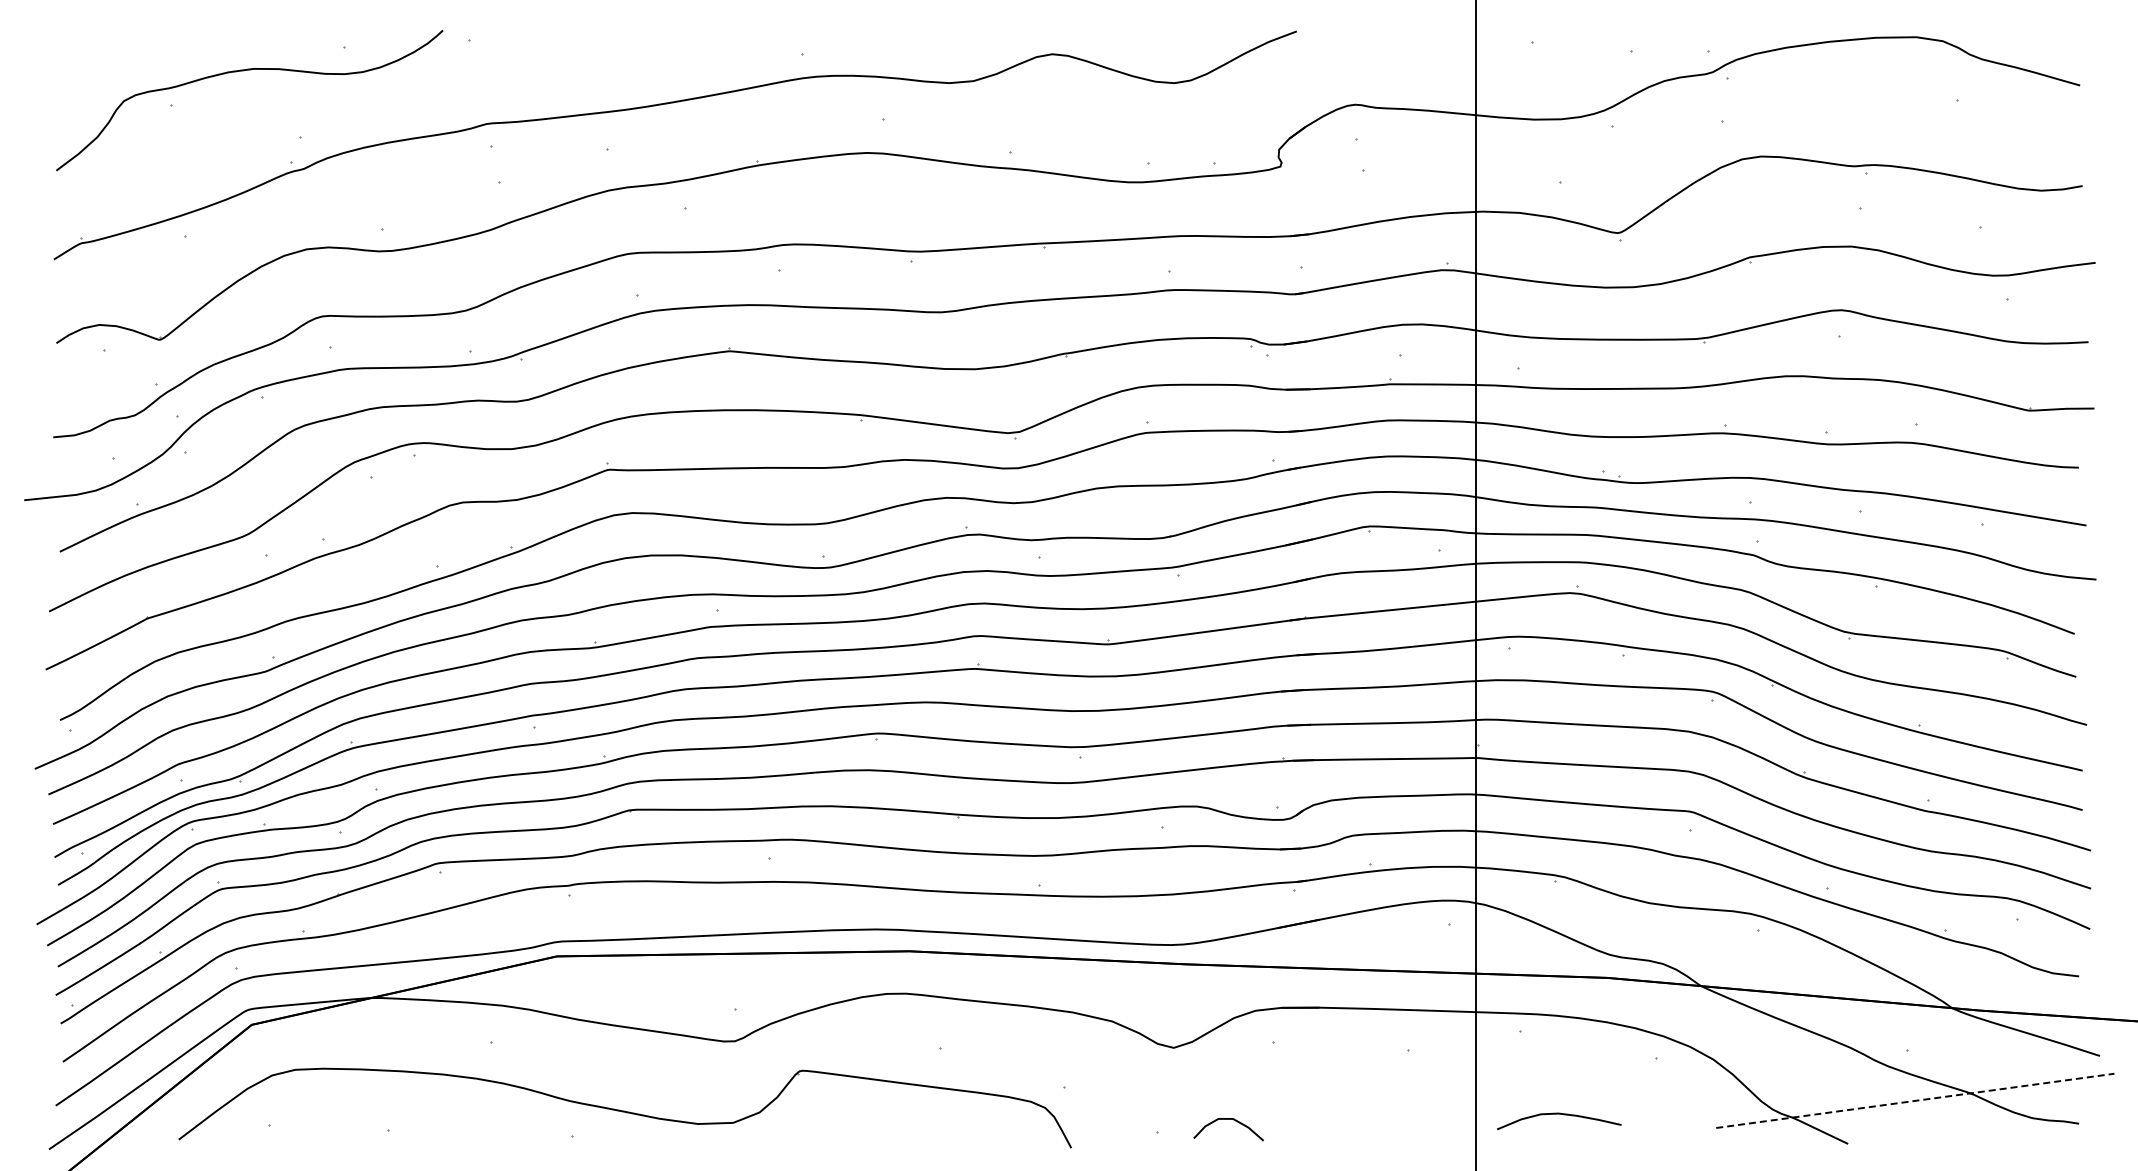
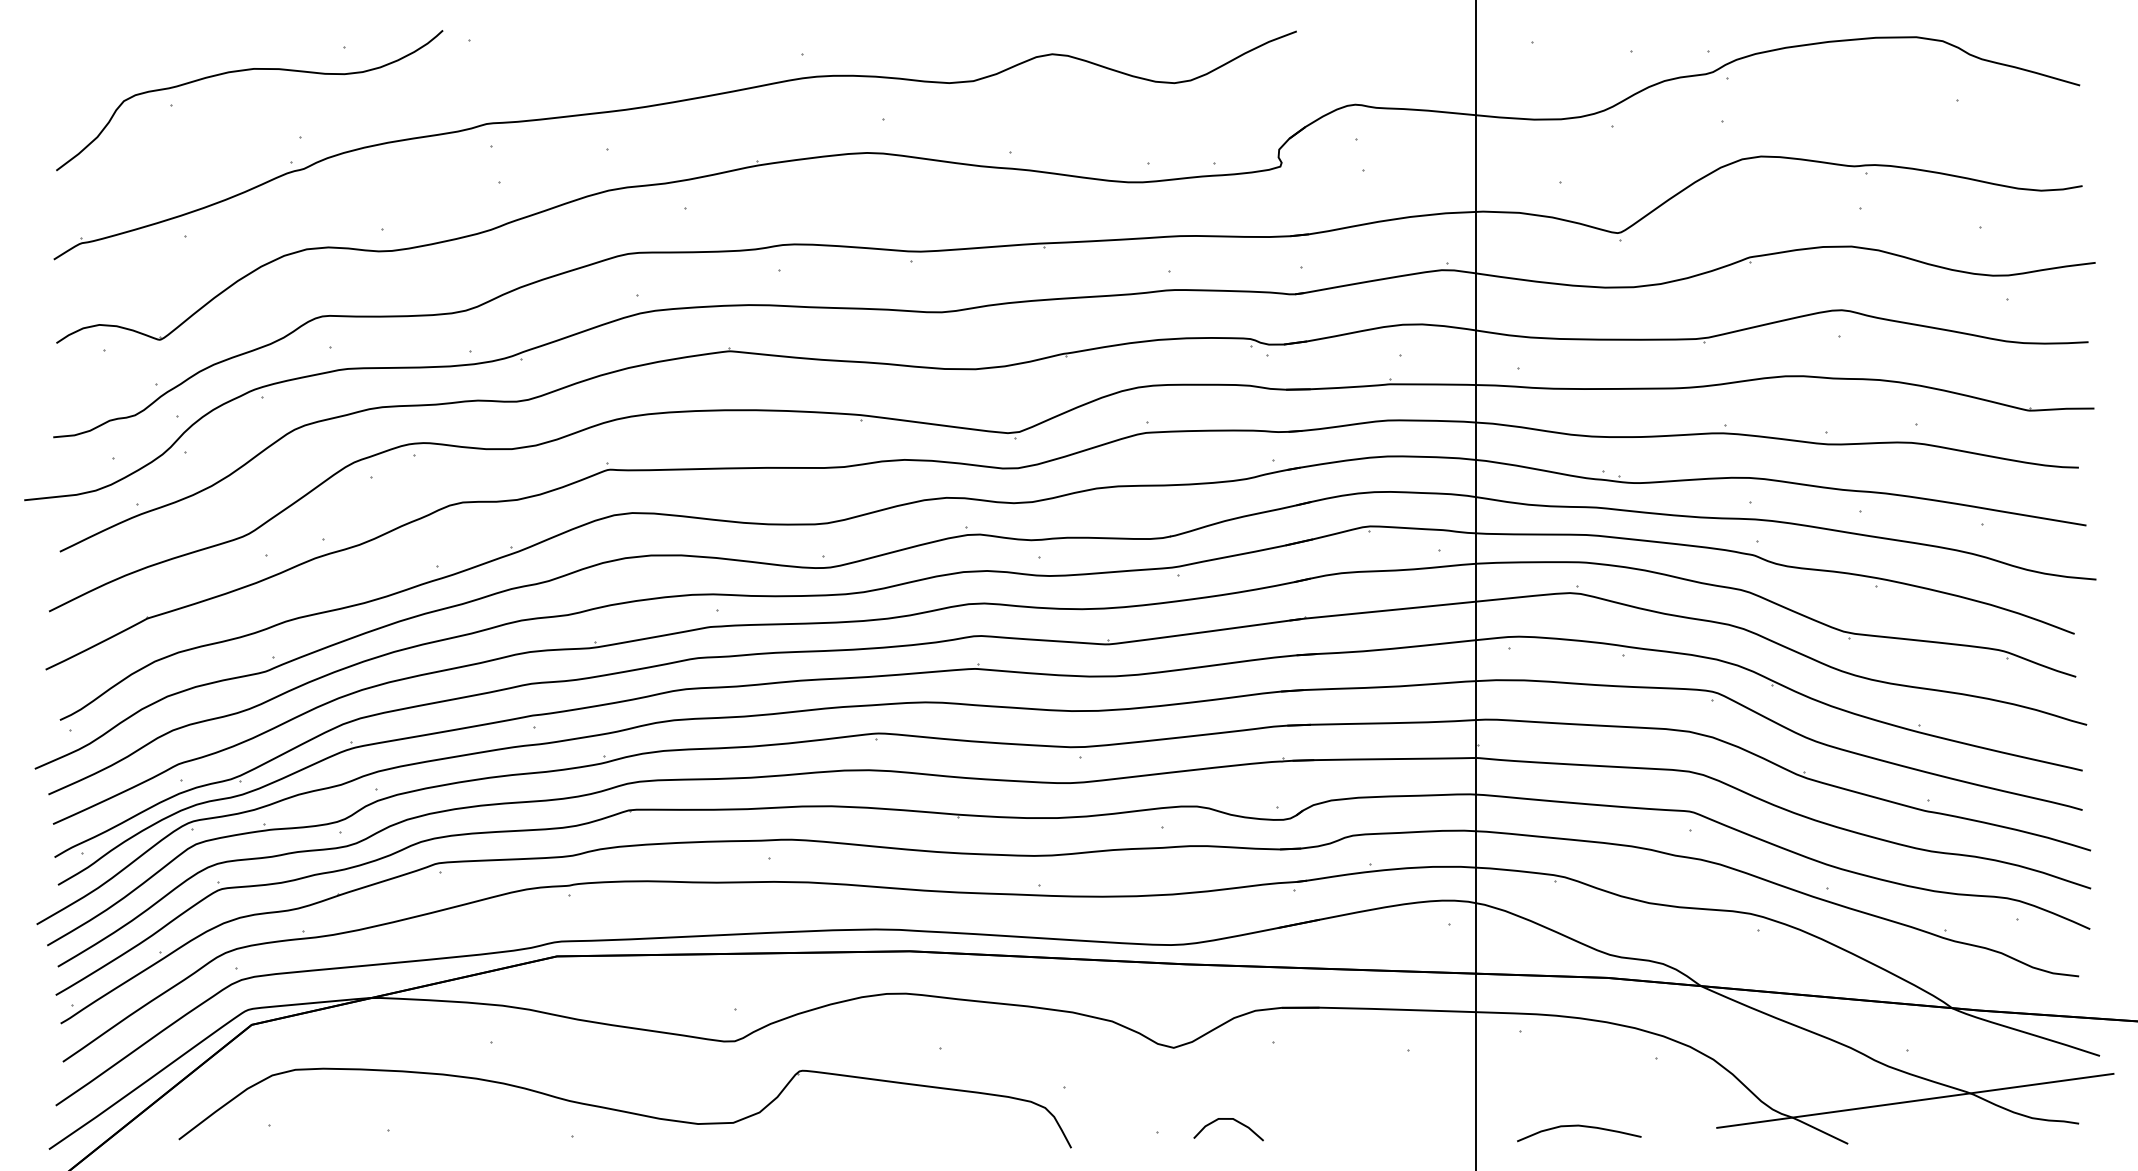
line at (1915, 1100): dashed -> solid
curve at (1559, 1114) position: (1559, 1114) -> (1579, 1126)
